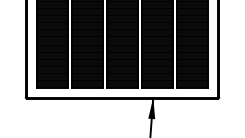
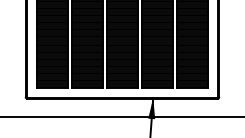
line at (121, 116): none -> present
